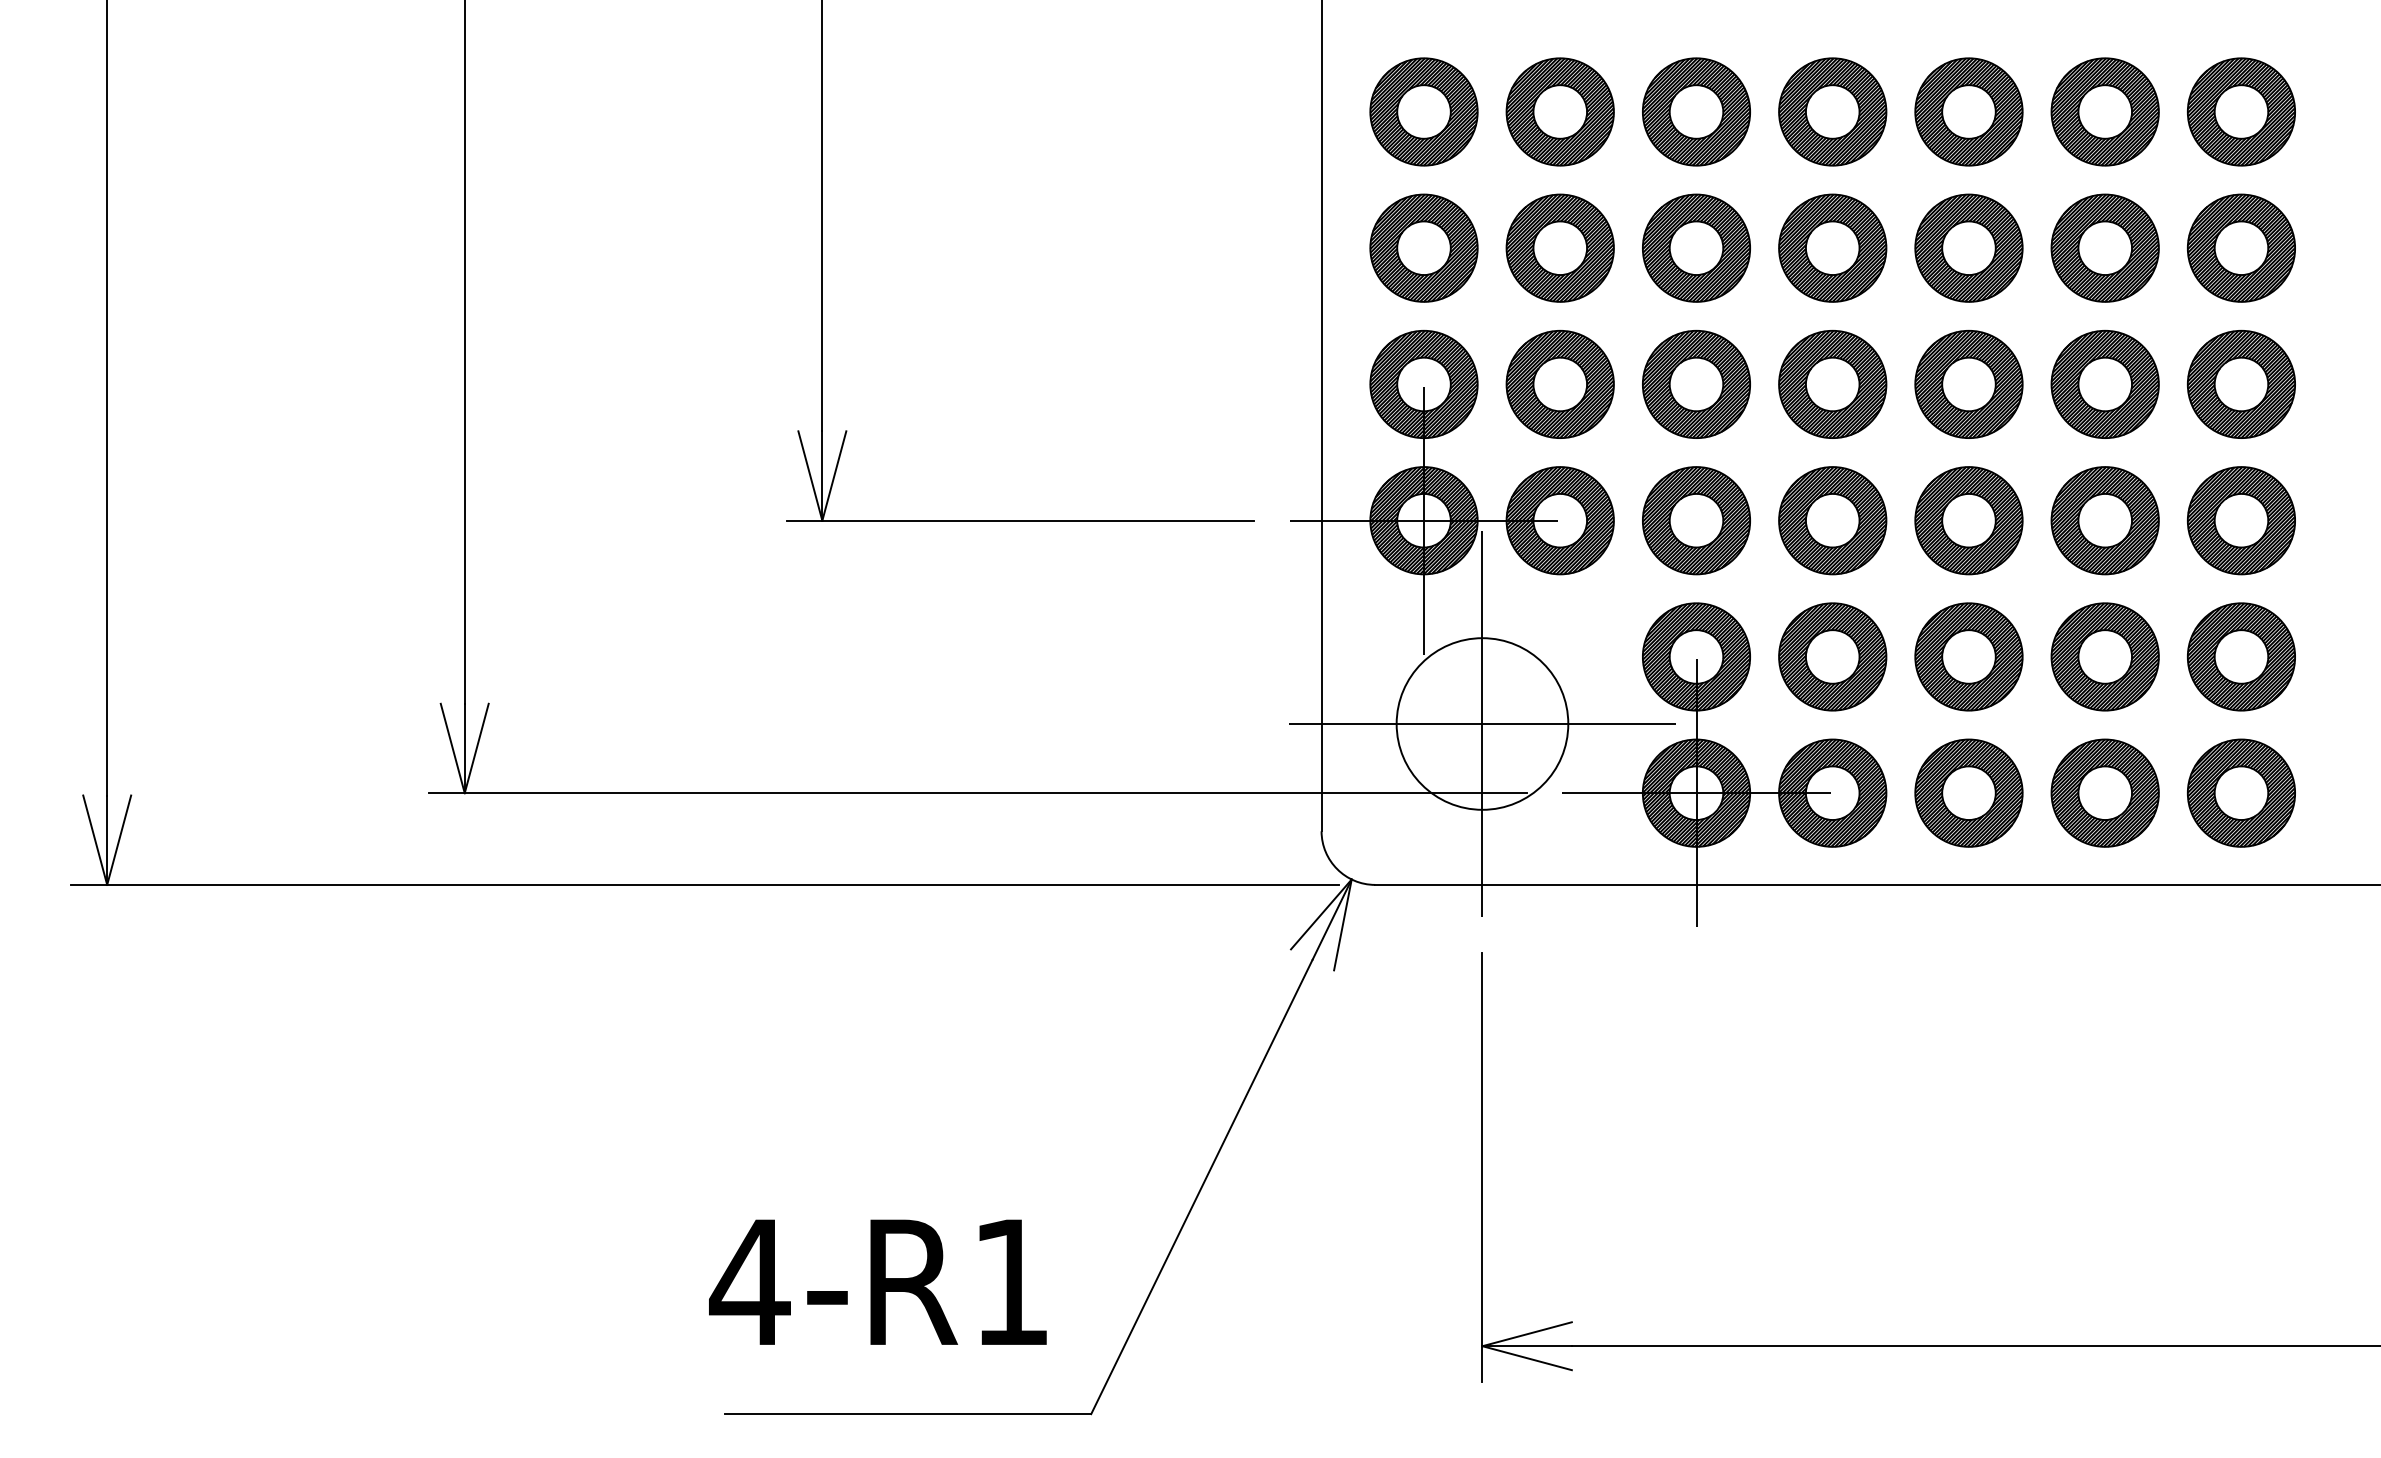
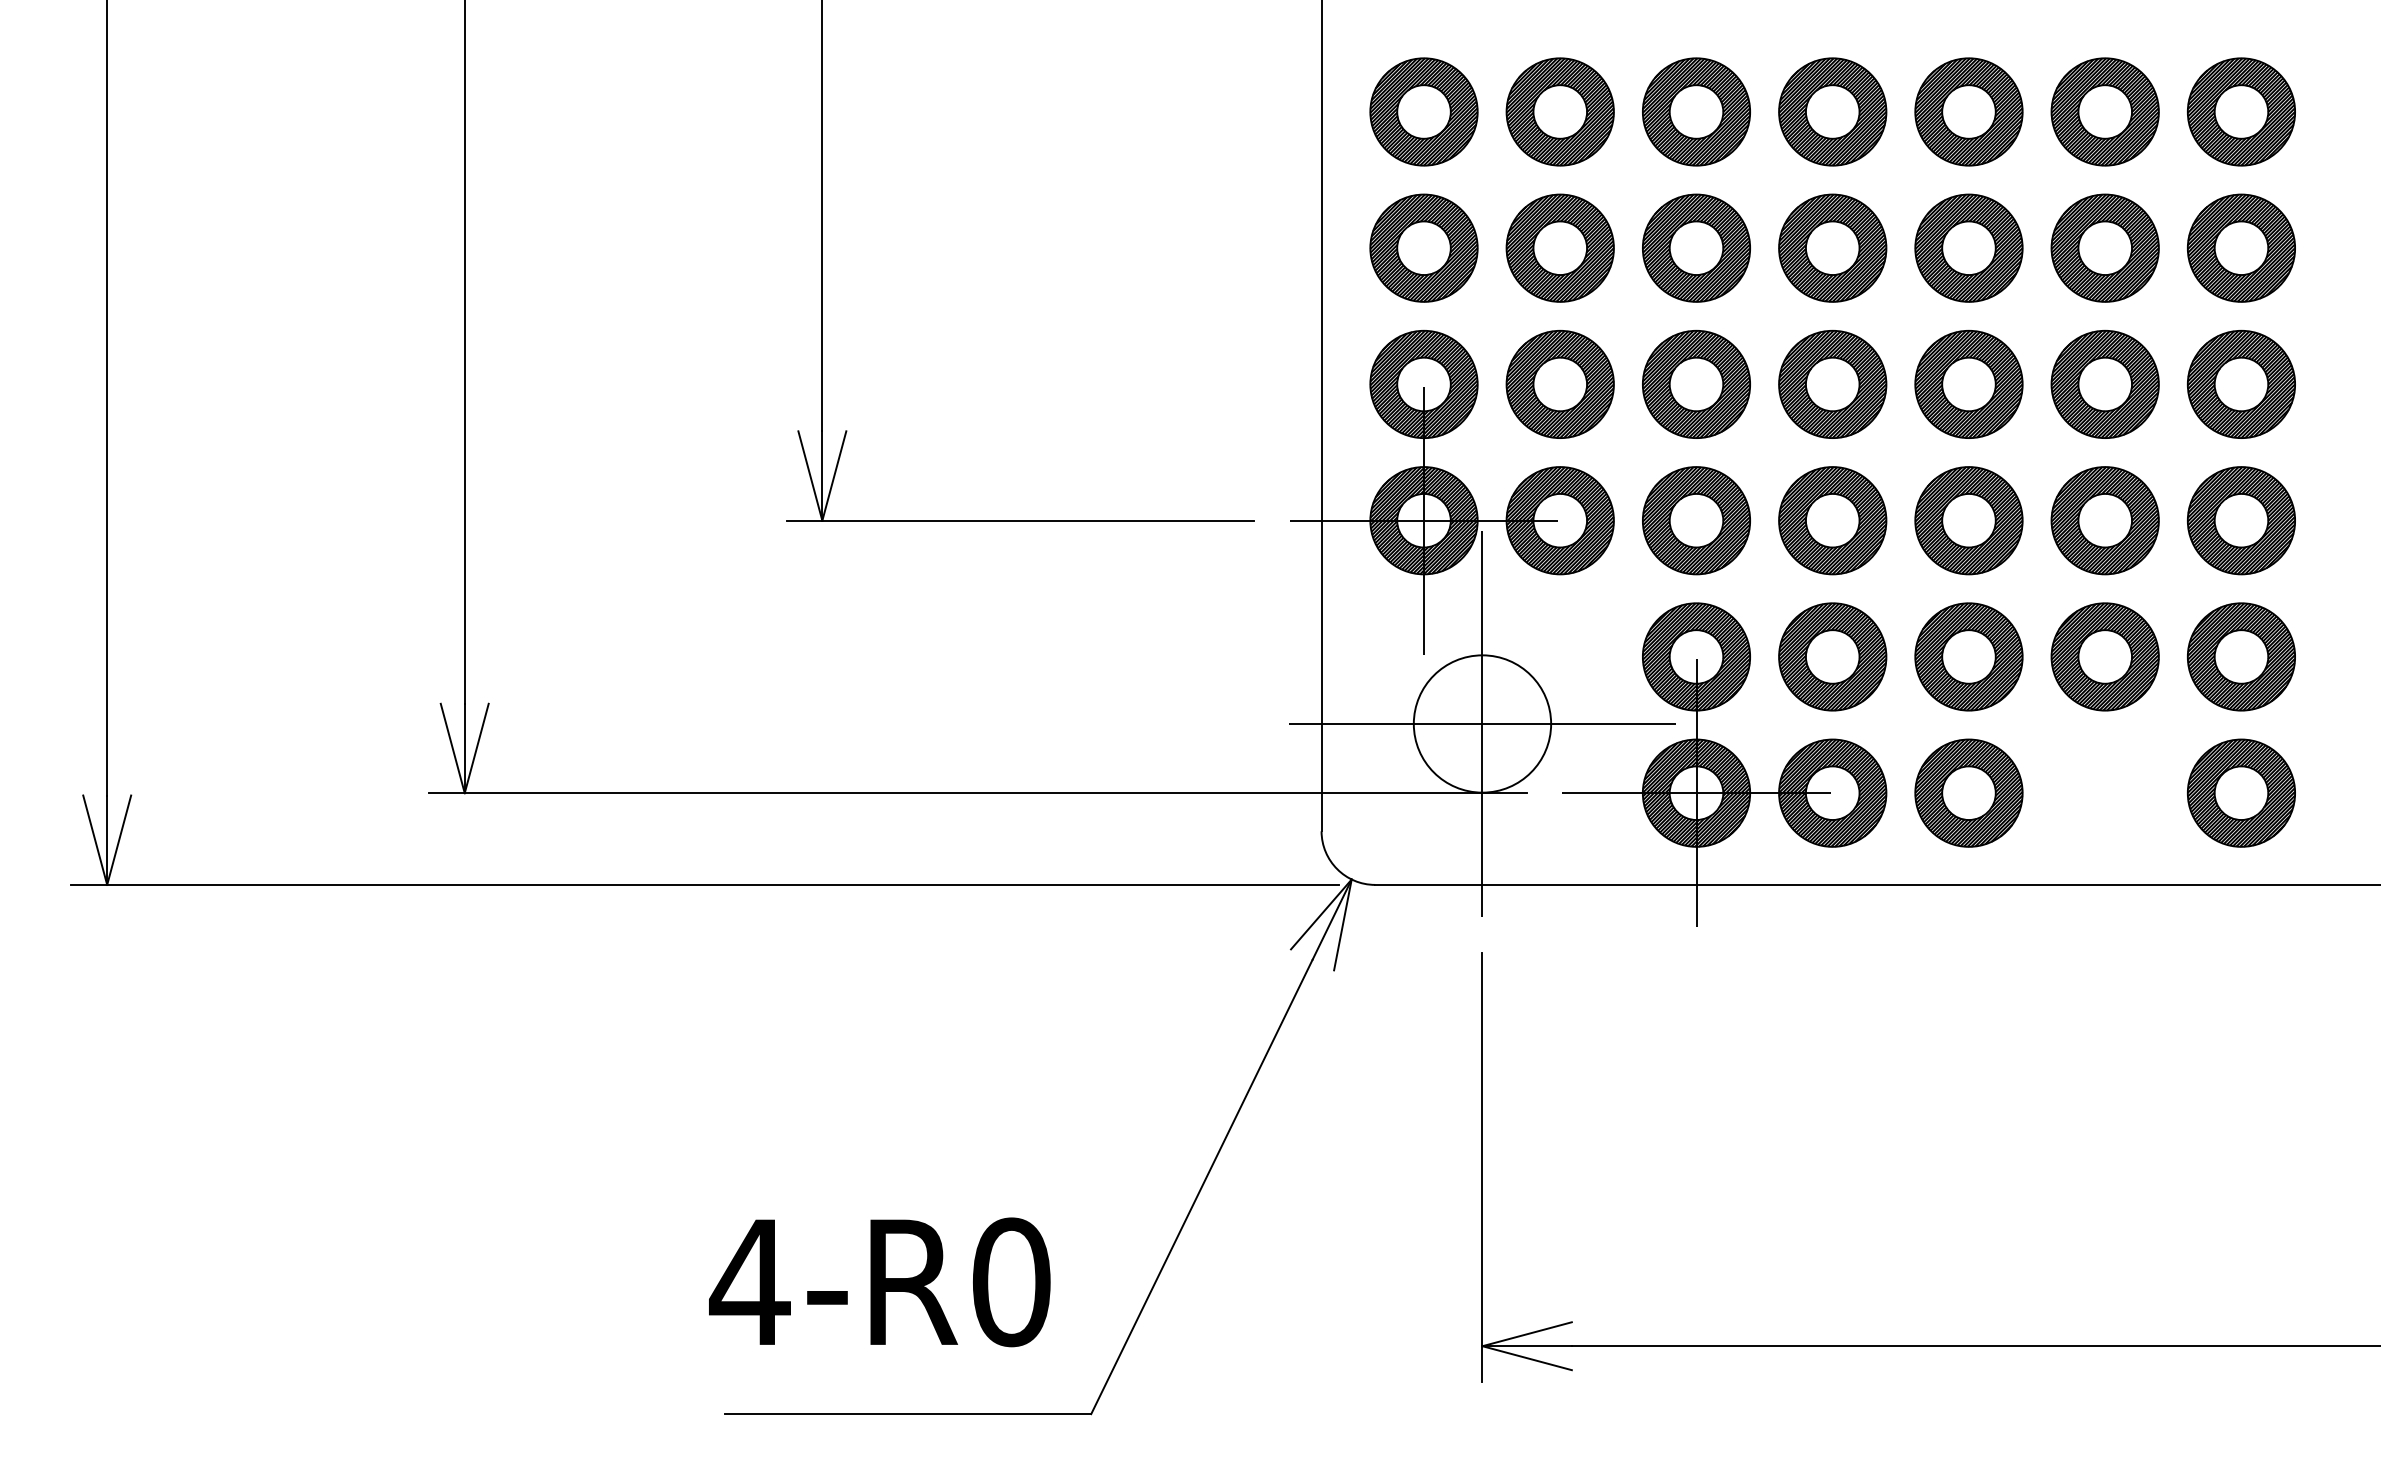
circle at (1482, 723) diameter: 172 px -> 137 px
part at (2104, 792): present -> none
text at (1011, 1282): 4-R1 -> 4-R0
